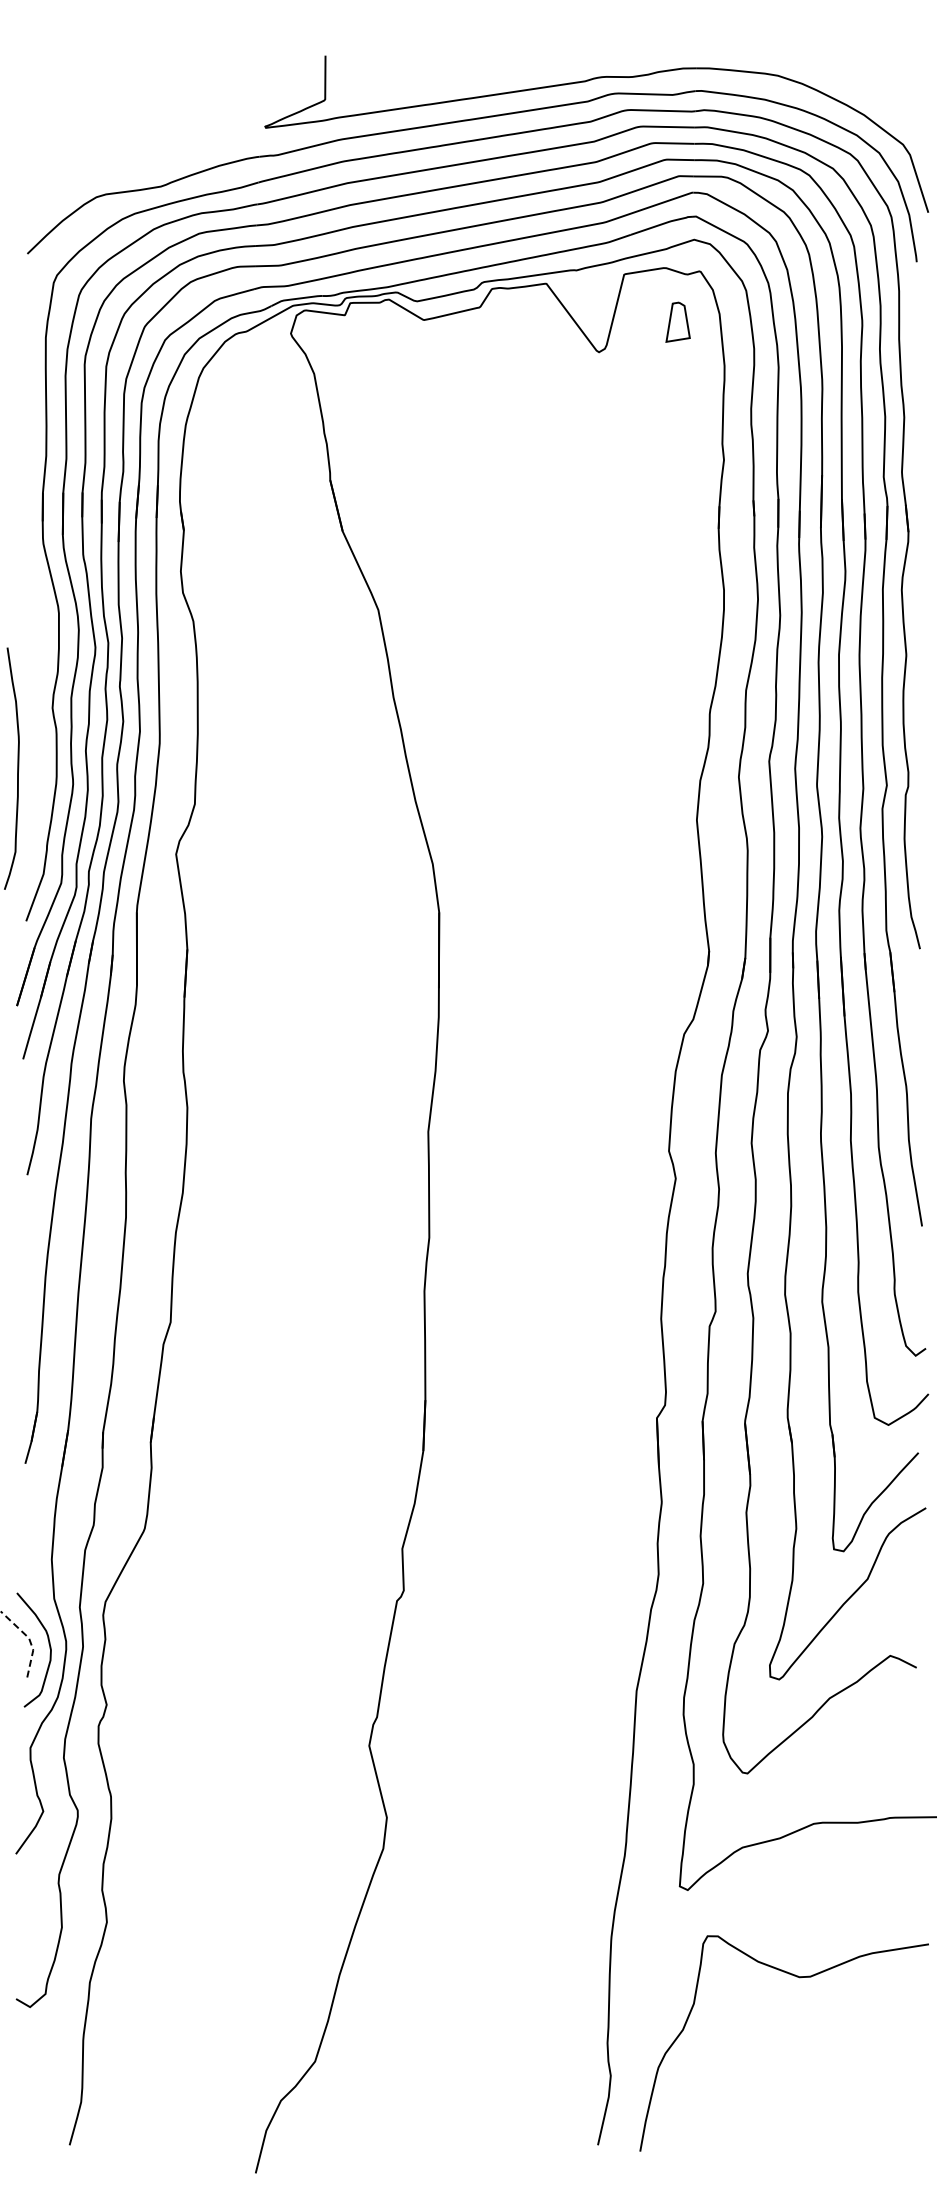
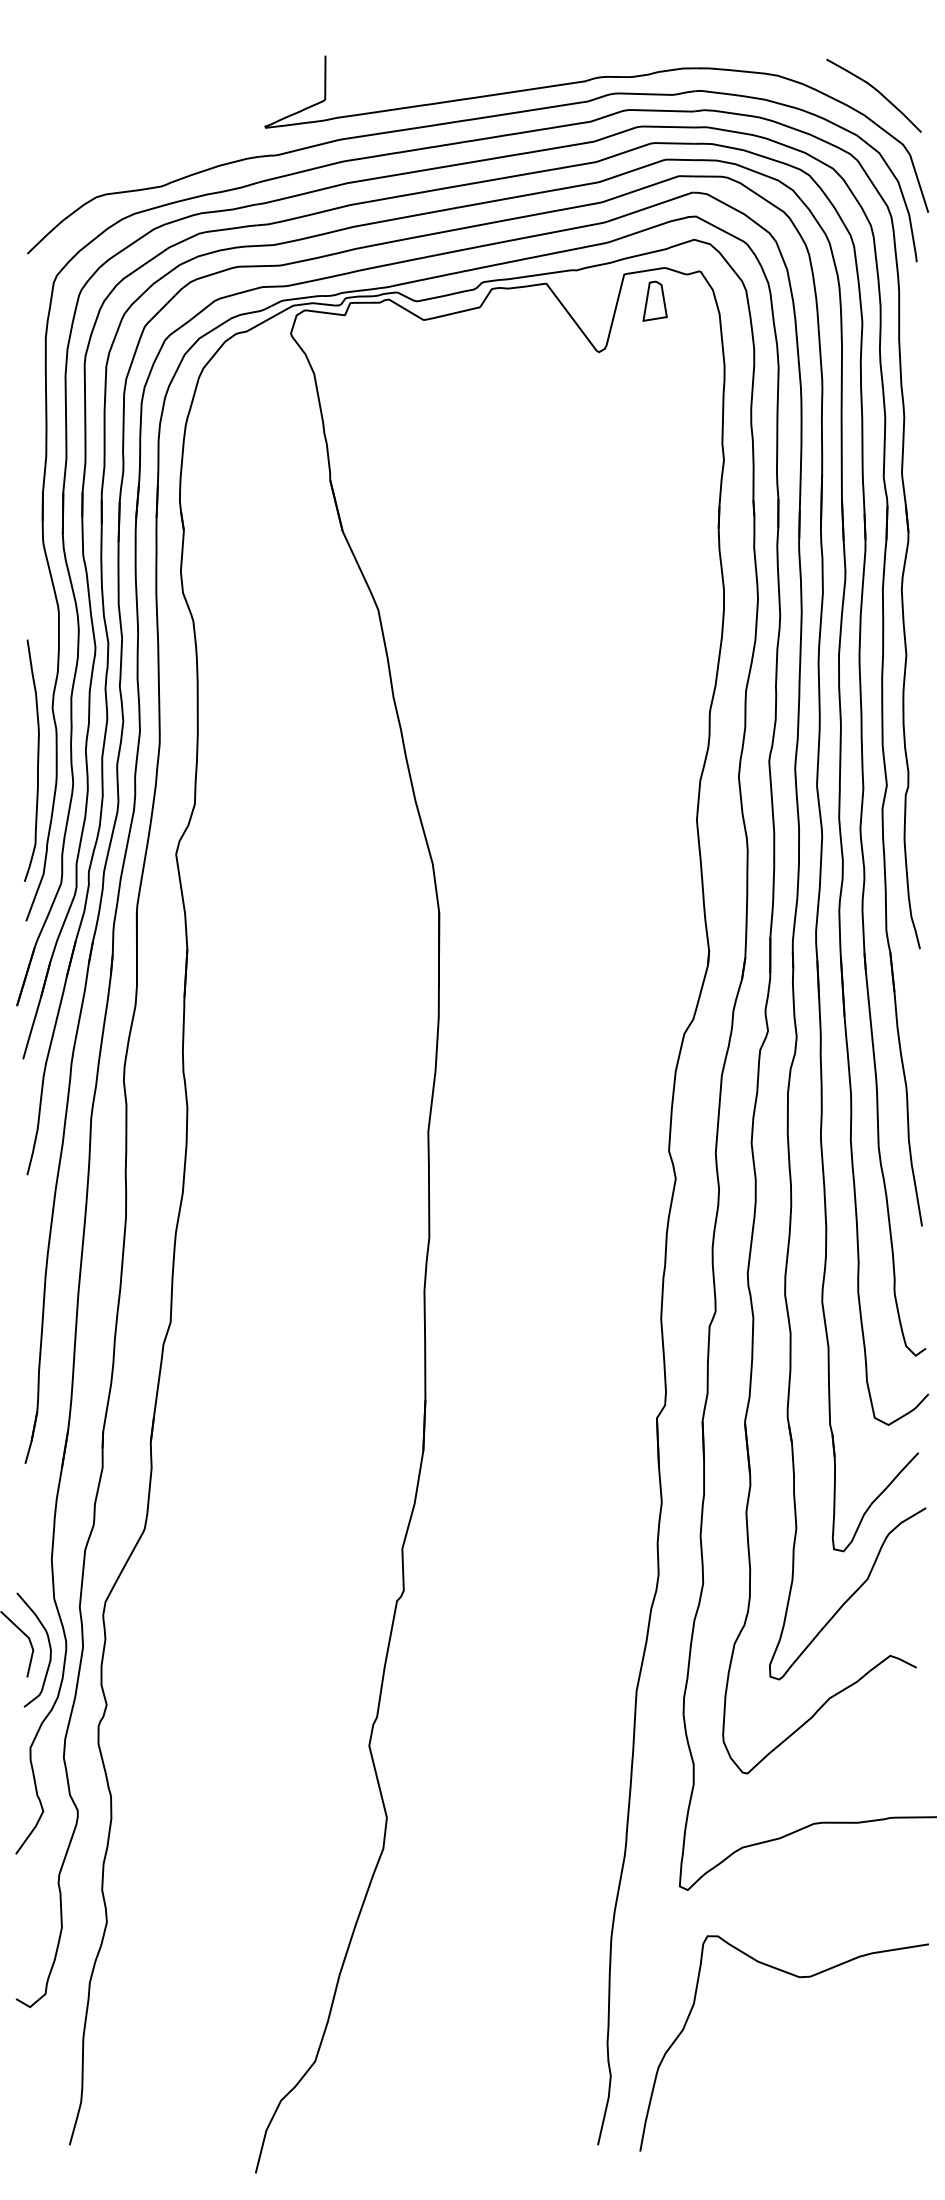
curve at (876, 91): none -> present
part at (677, 321) position: (677, 321) -> (654, 300)
curve at (17, 768) position: (17, 768) -> (37, 760)
line at (29, 1639): dashed -> solid
